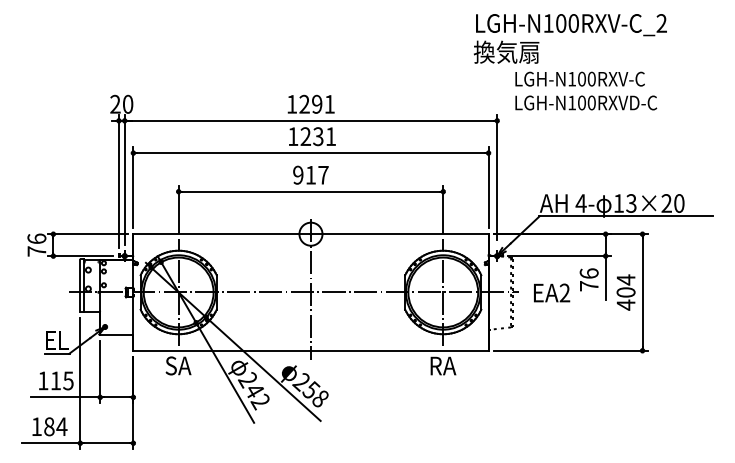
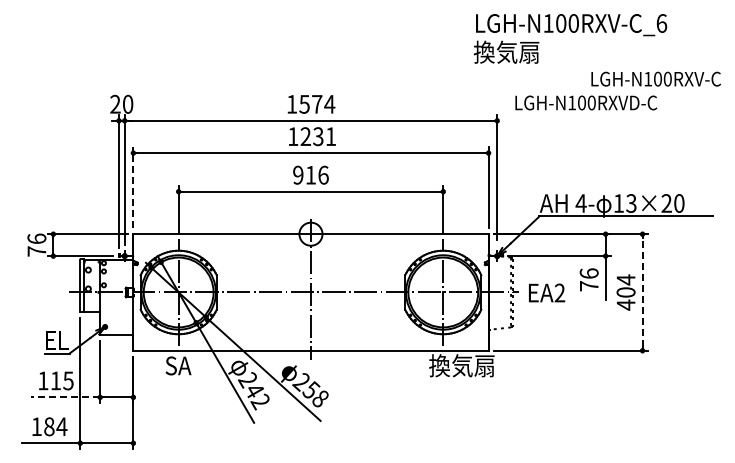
text at (661, 23): LGH-N100RXV-C_2 -> LGH-N100RXV-C_6
text at (579, 78) position: (579, 78) -> (655, 78)
text at (317, 103): 1291 -> 1574
text at (323, 174): 917 -> 916
line at (133, 187): solid -> dashed
text at (552, 292) position: (552, 292) -> (547, 292)
line at (642, 292): solid -> dashed
text at (461, 365): RA -> 換気扇
line at (65, 397): solid -> dashed
